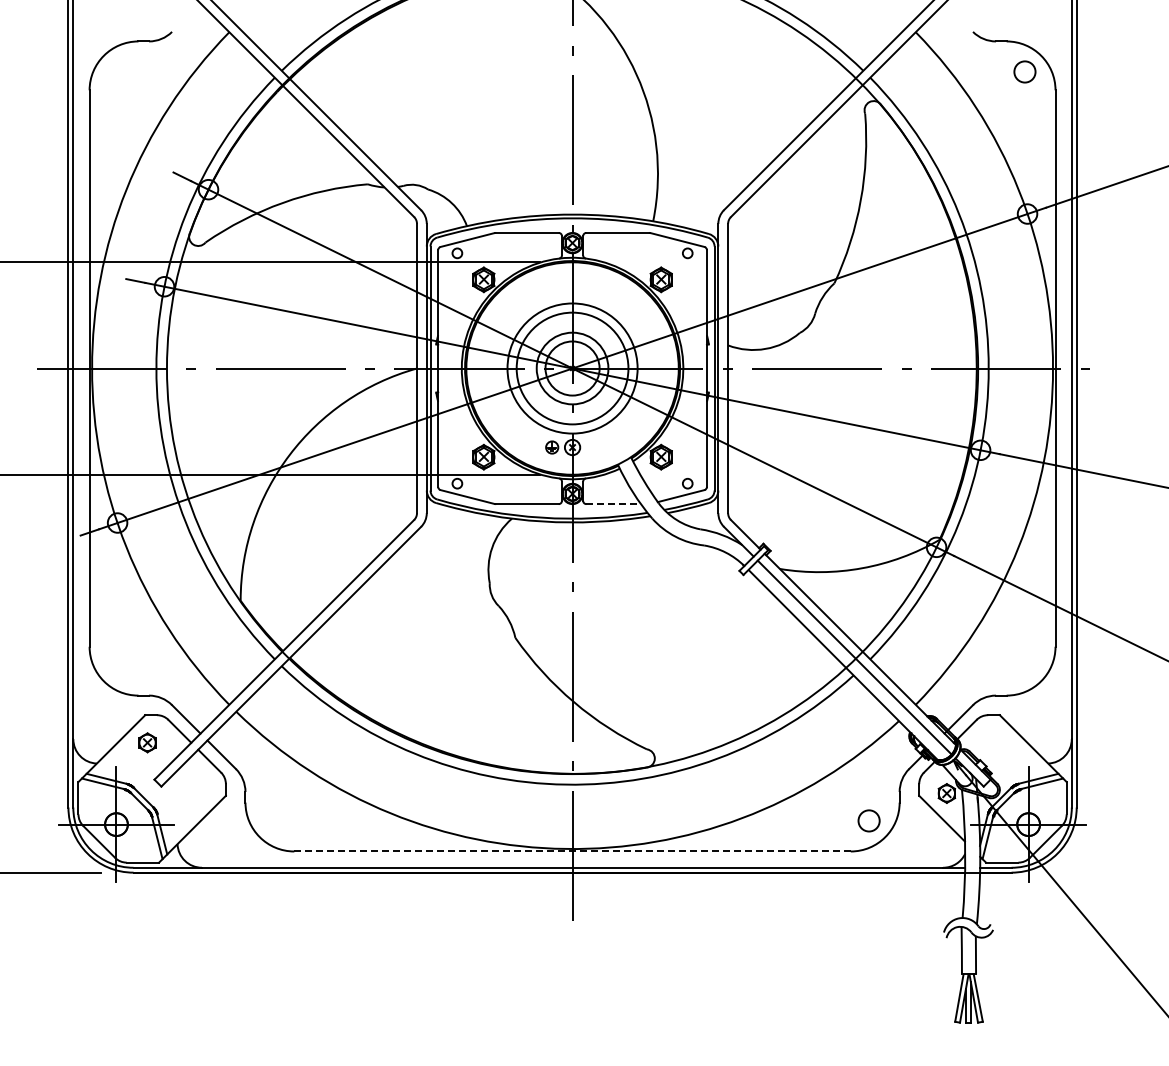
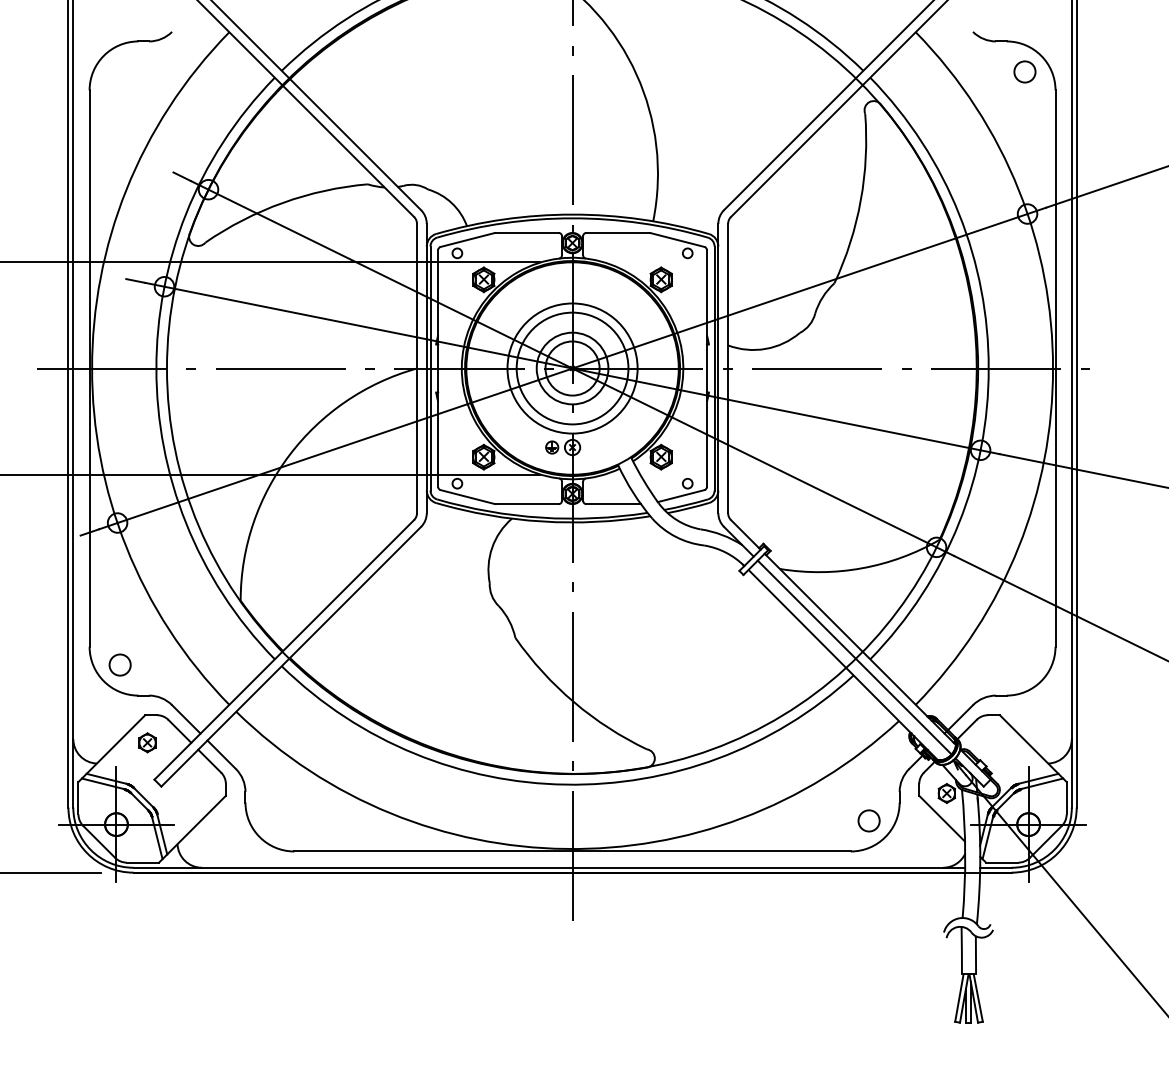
line at (613, 504): dashed -> solid
circle at (119, 664): none -> present
line at (573, 851): dashed -> solid
